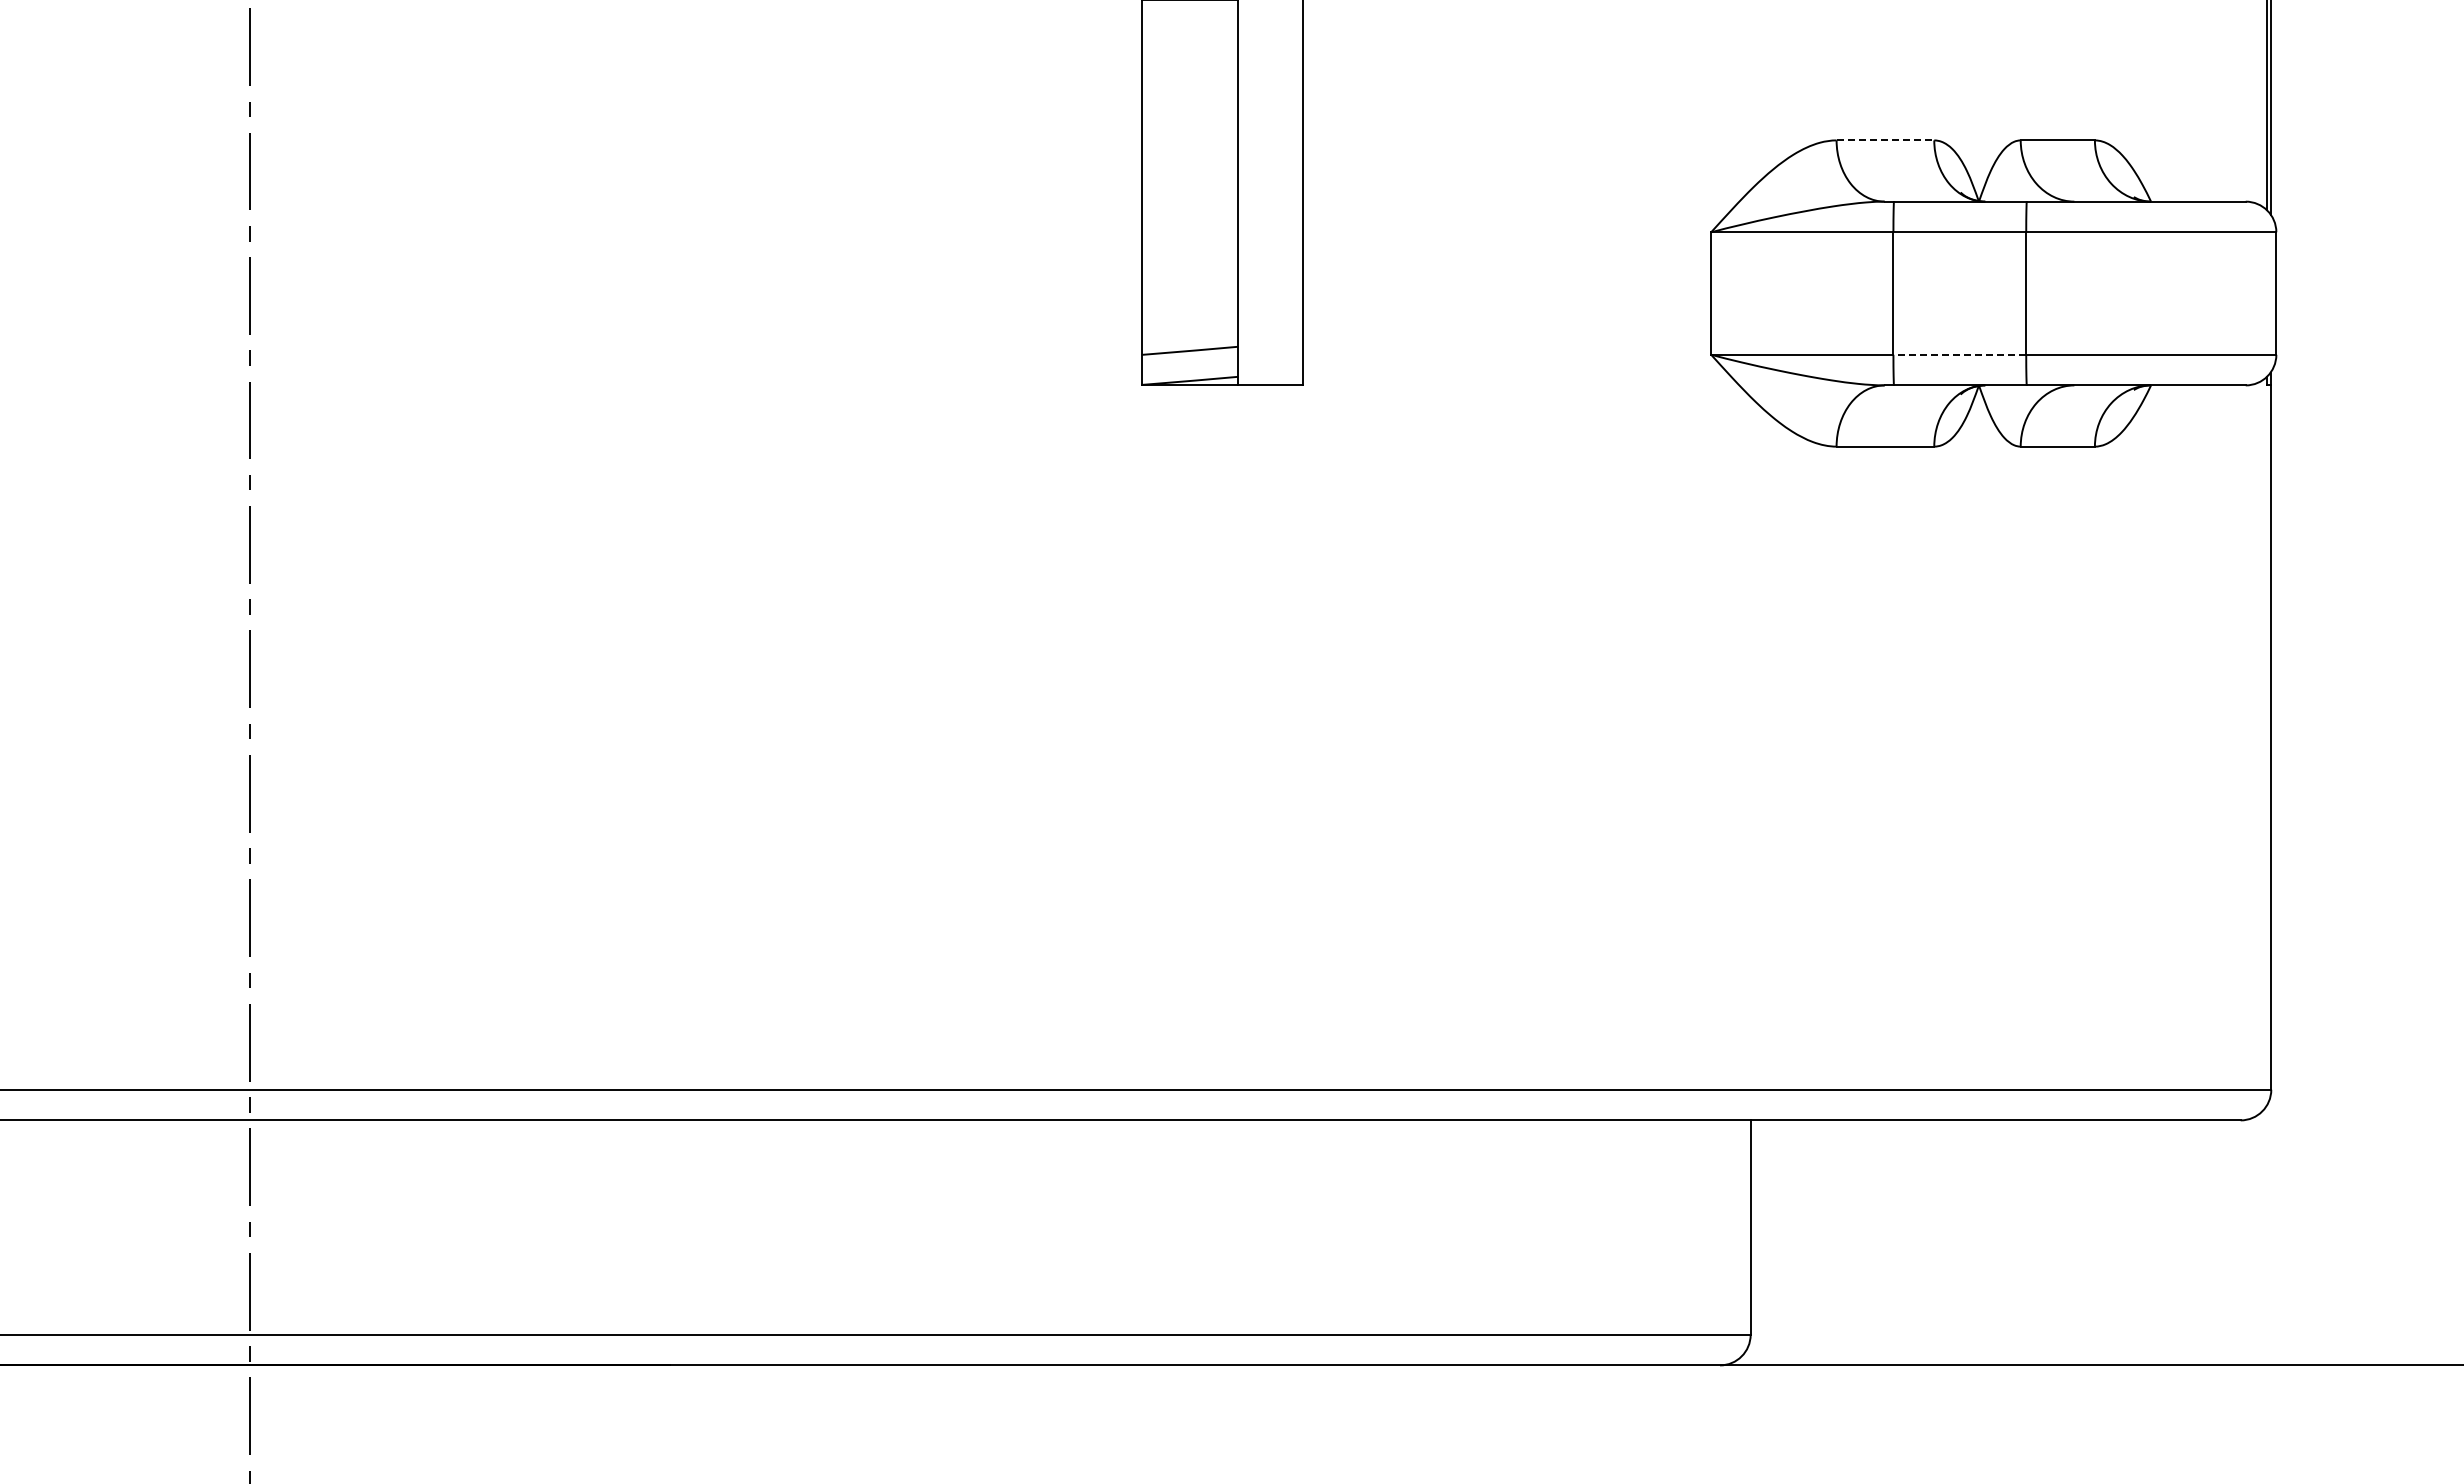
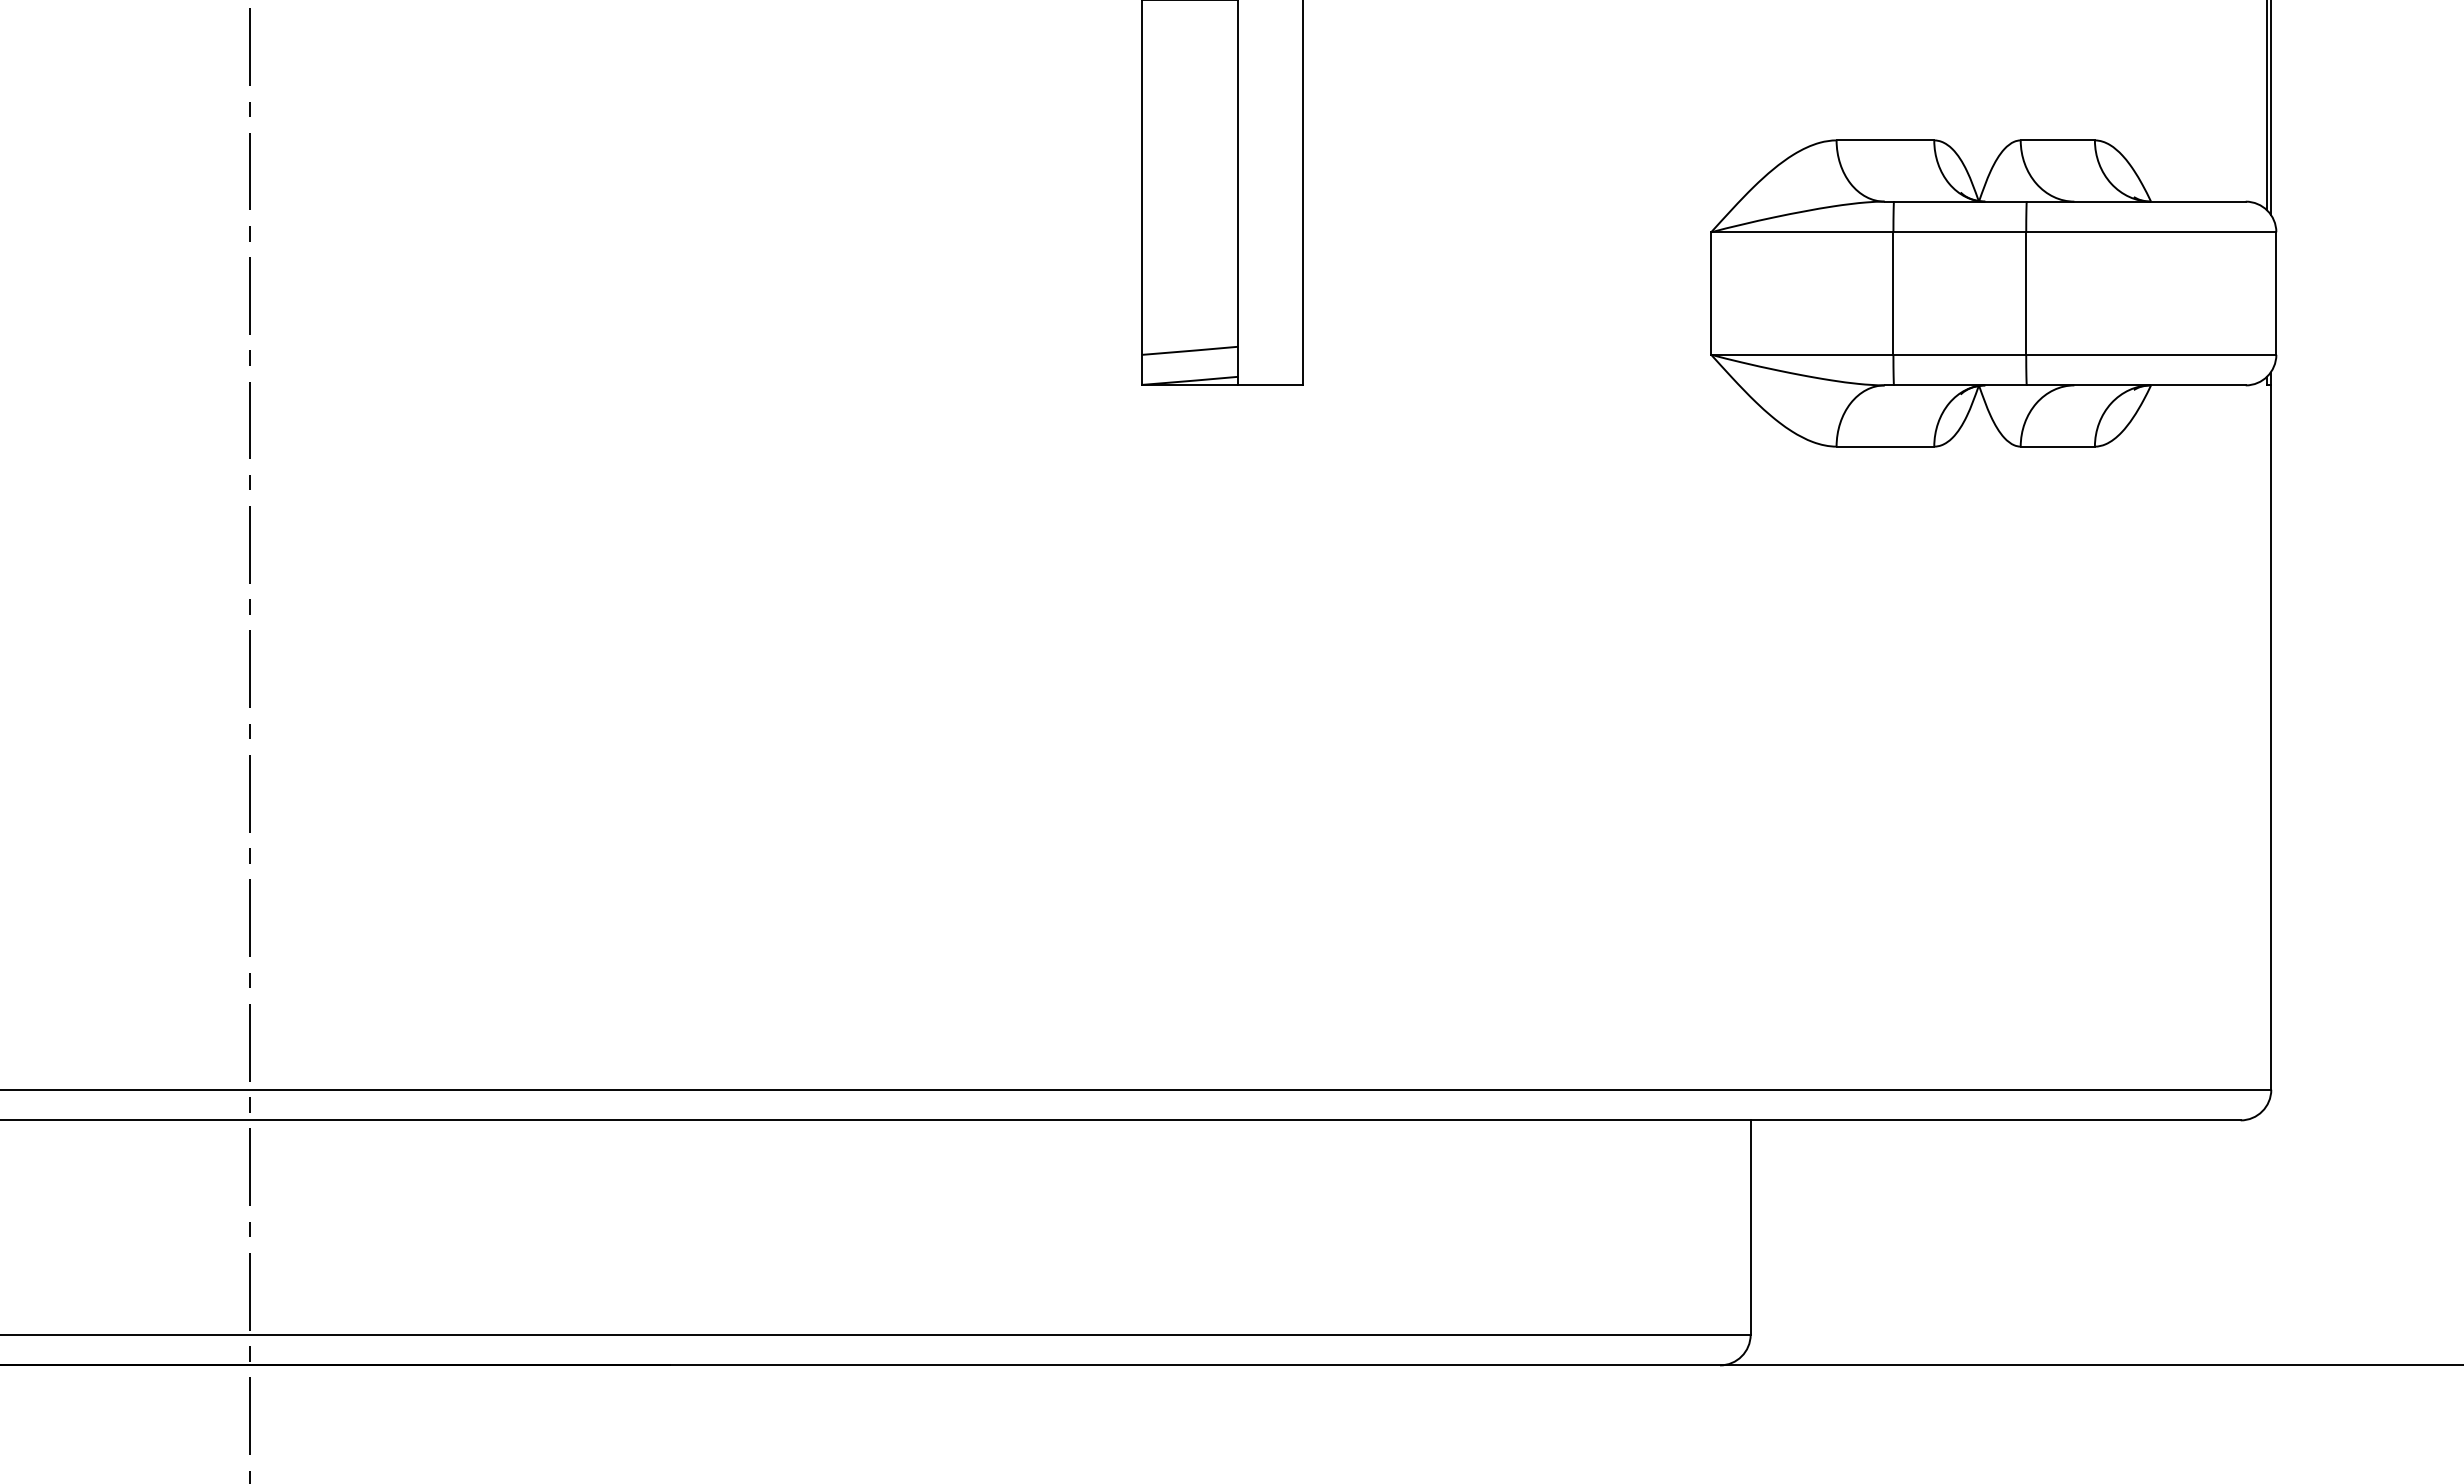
line at (1885, 140): dashed -> solid
line at (1959, 354): dashed -> solid
